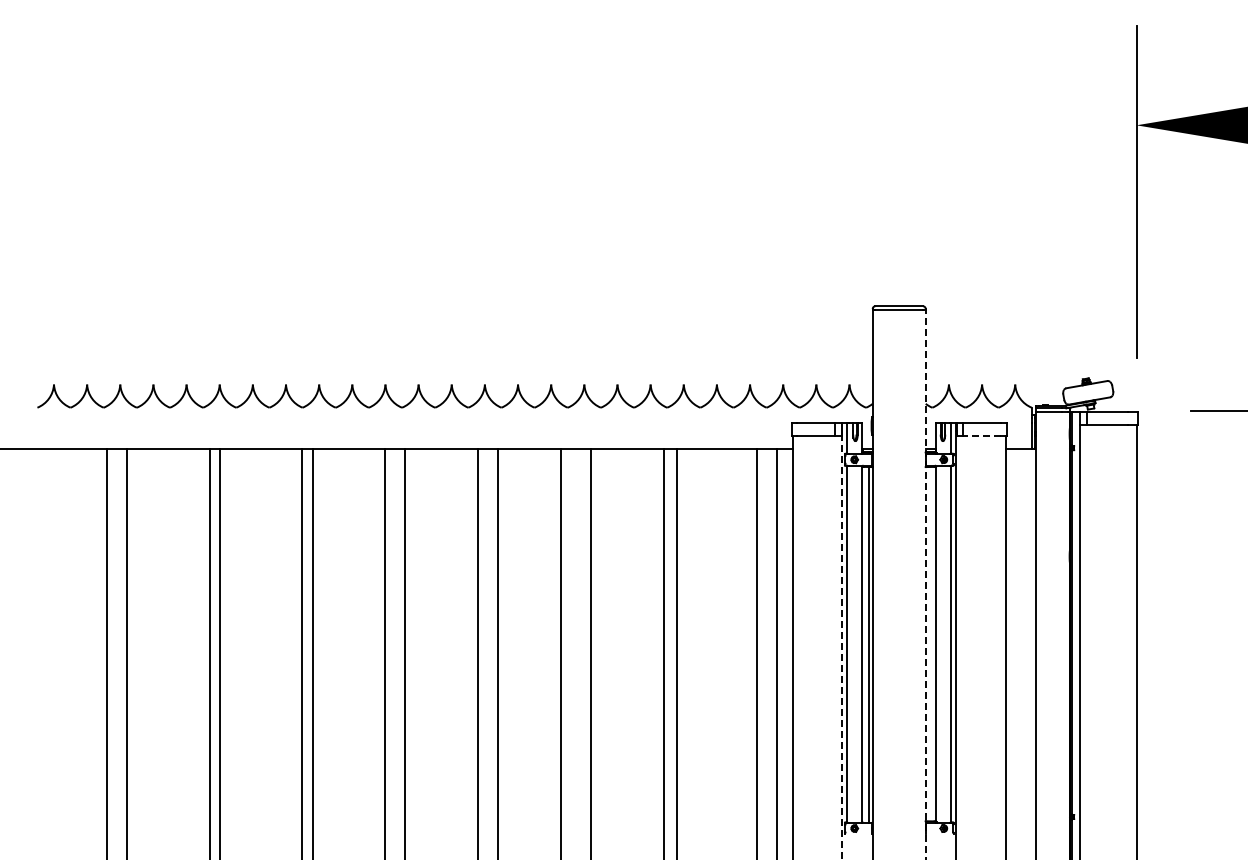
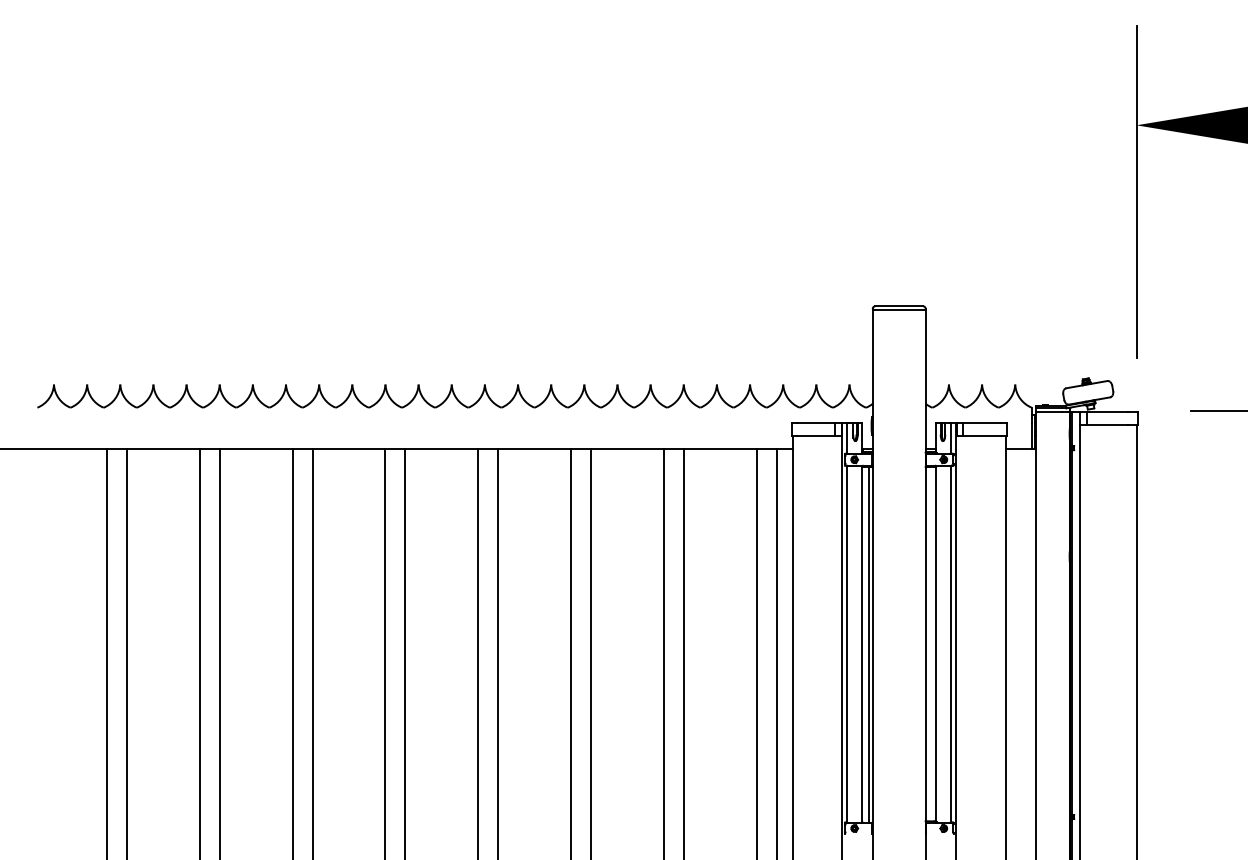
line at (982, 436): dashed -> solid
line at (925, 584): dashed -> solid
line at (842, 641): dashed -> solid
line at (209, 652) position: (209, 652) -> (199, 652)
line at (301, 652) position: (301, 652) -> (292, 652)
line at (561, 652) position: (561, 652) -> (571, 652)
line at (676, 652) position: (676, 652) -> (683, 652)
